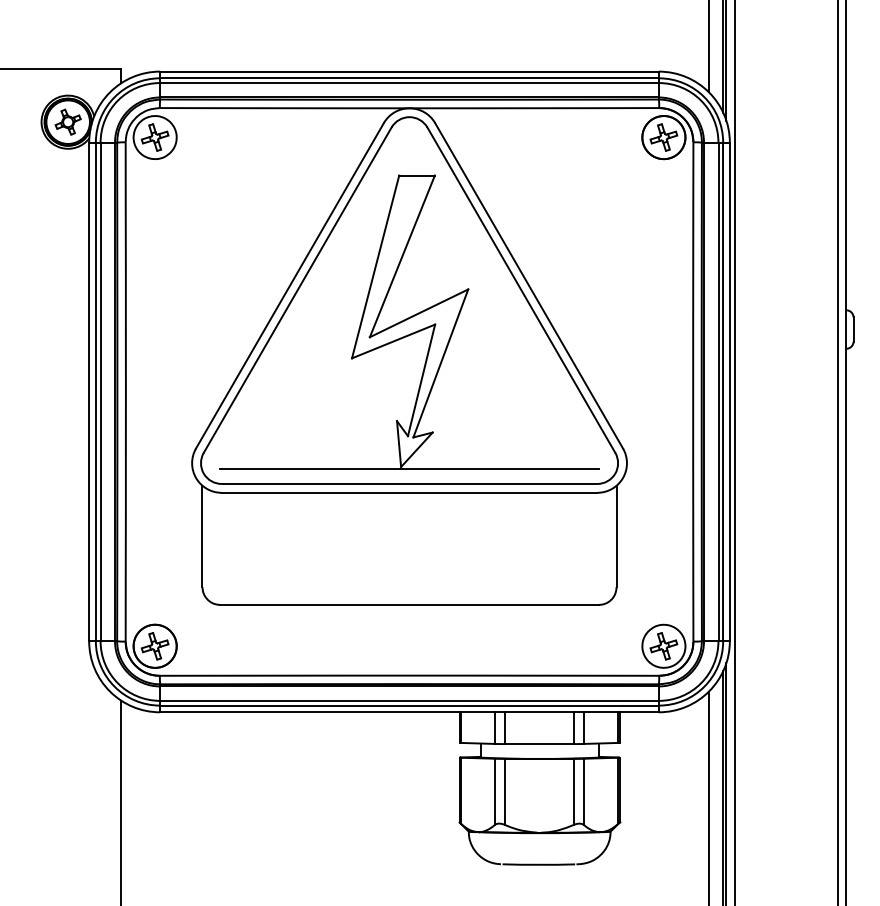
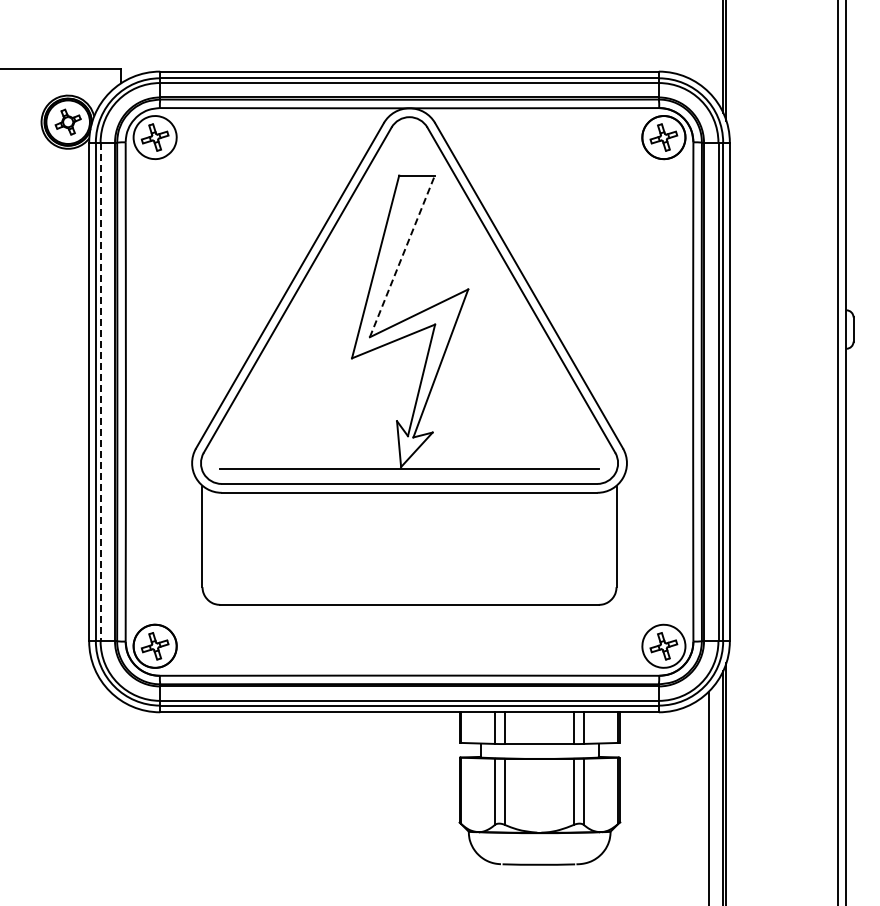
line at (708, 46): present -> none
line at (402, 255): solid -> dashed
line at (100, 392): solid -> dashed
line at (734, 452): present -> none
line at (121, 801): present -> none
